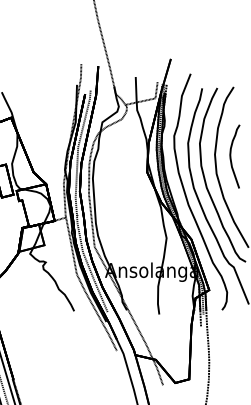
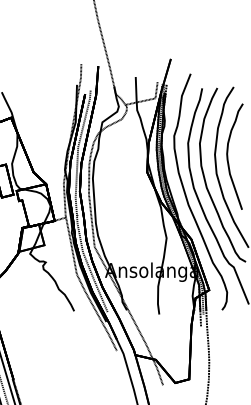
part at (234, 156) size: 12x65 px -> 18x107 px
